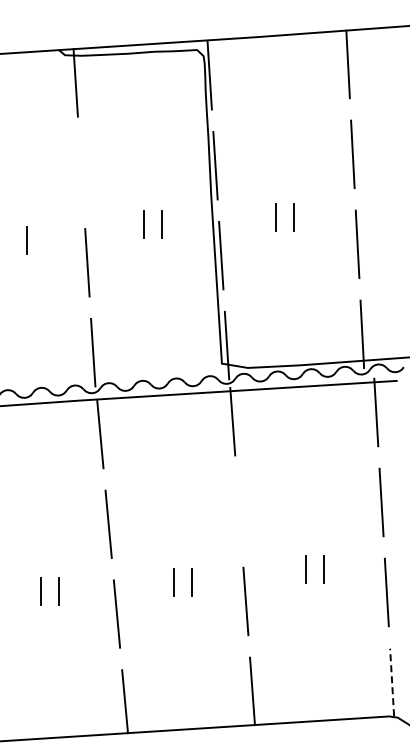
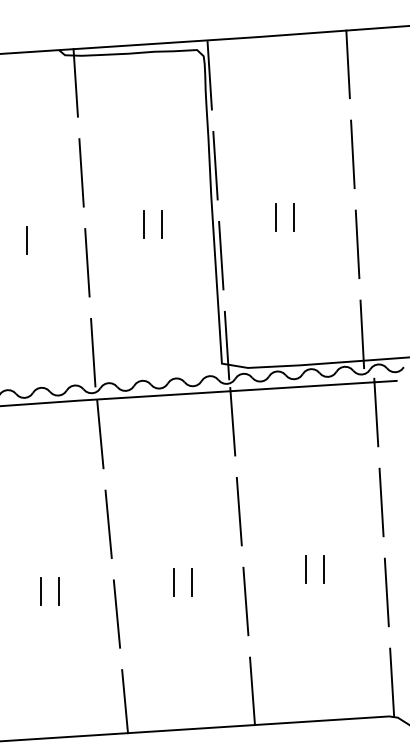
line at (81, 172): none -> present
line at (238, 511): none -> present
line at (392, 682): dashed -> solid
